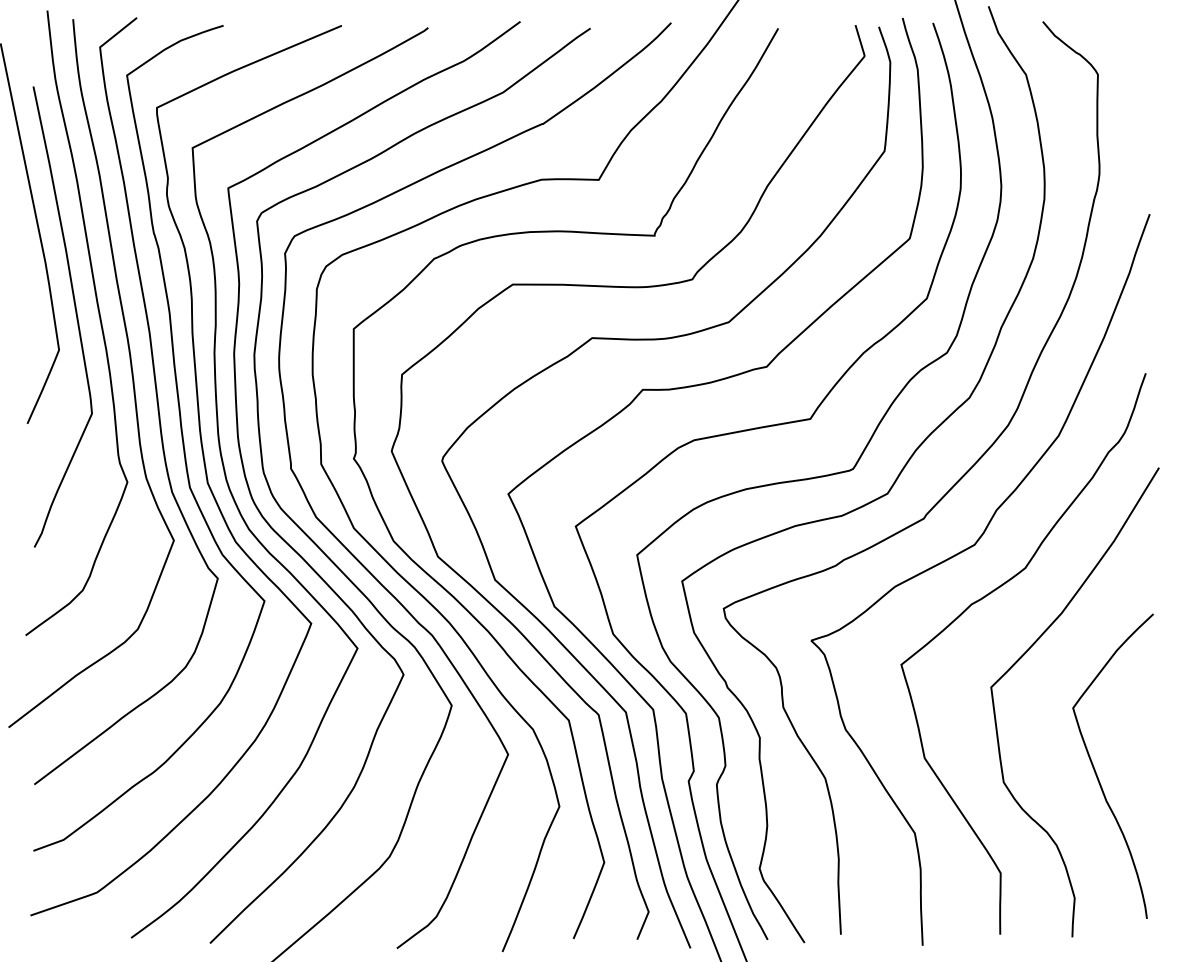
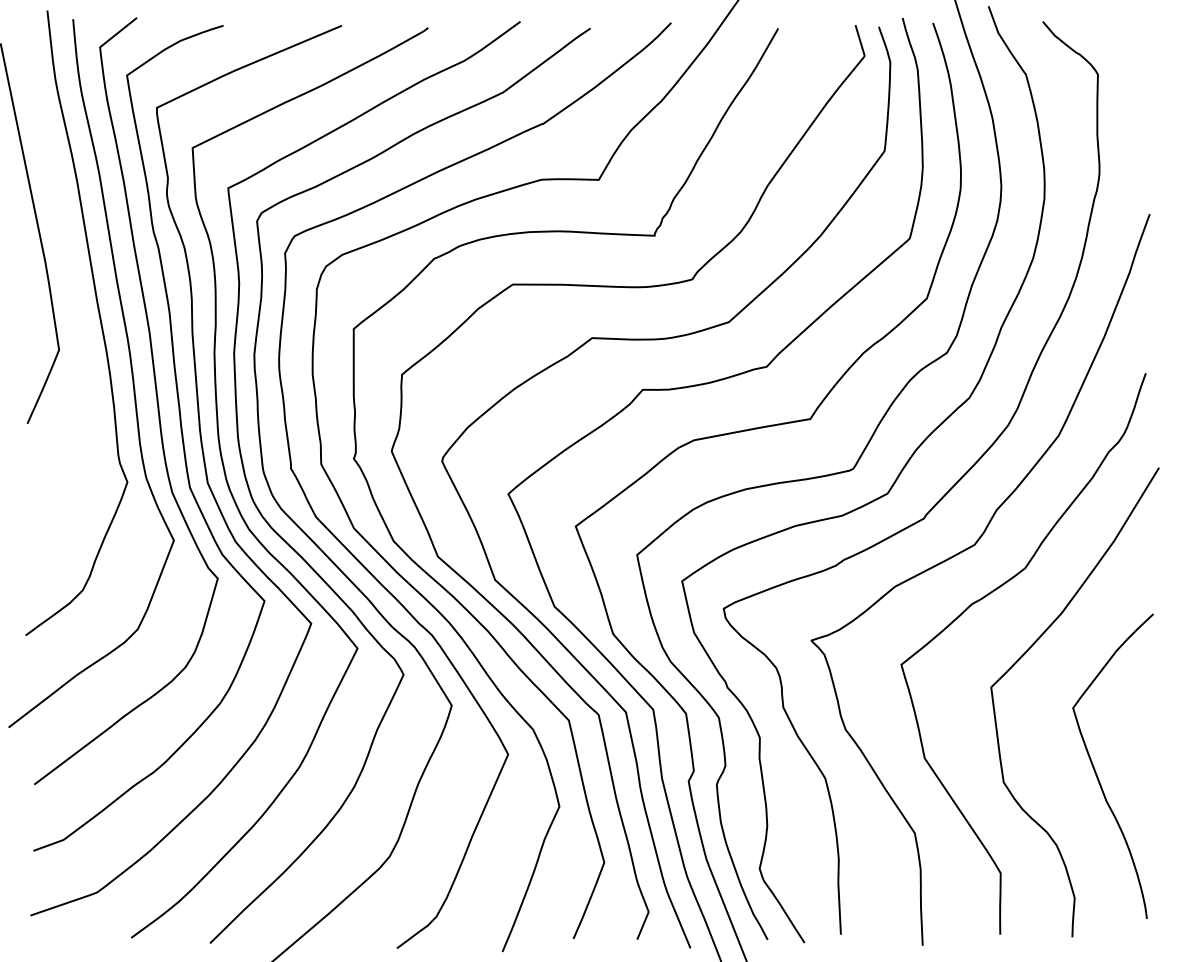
curve at (75, 314): present -> none
